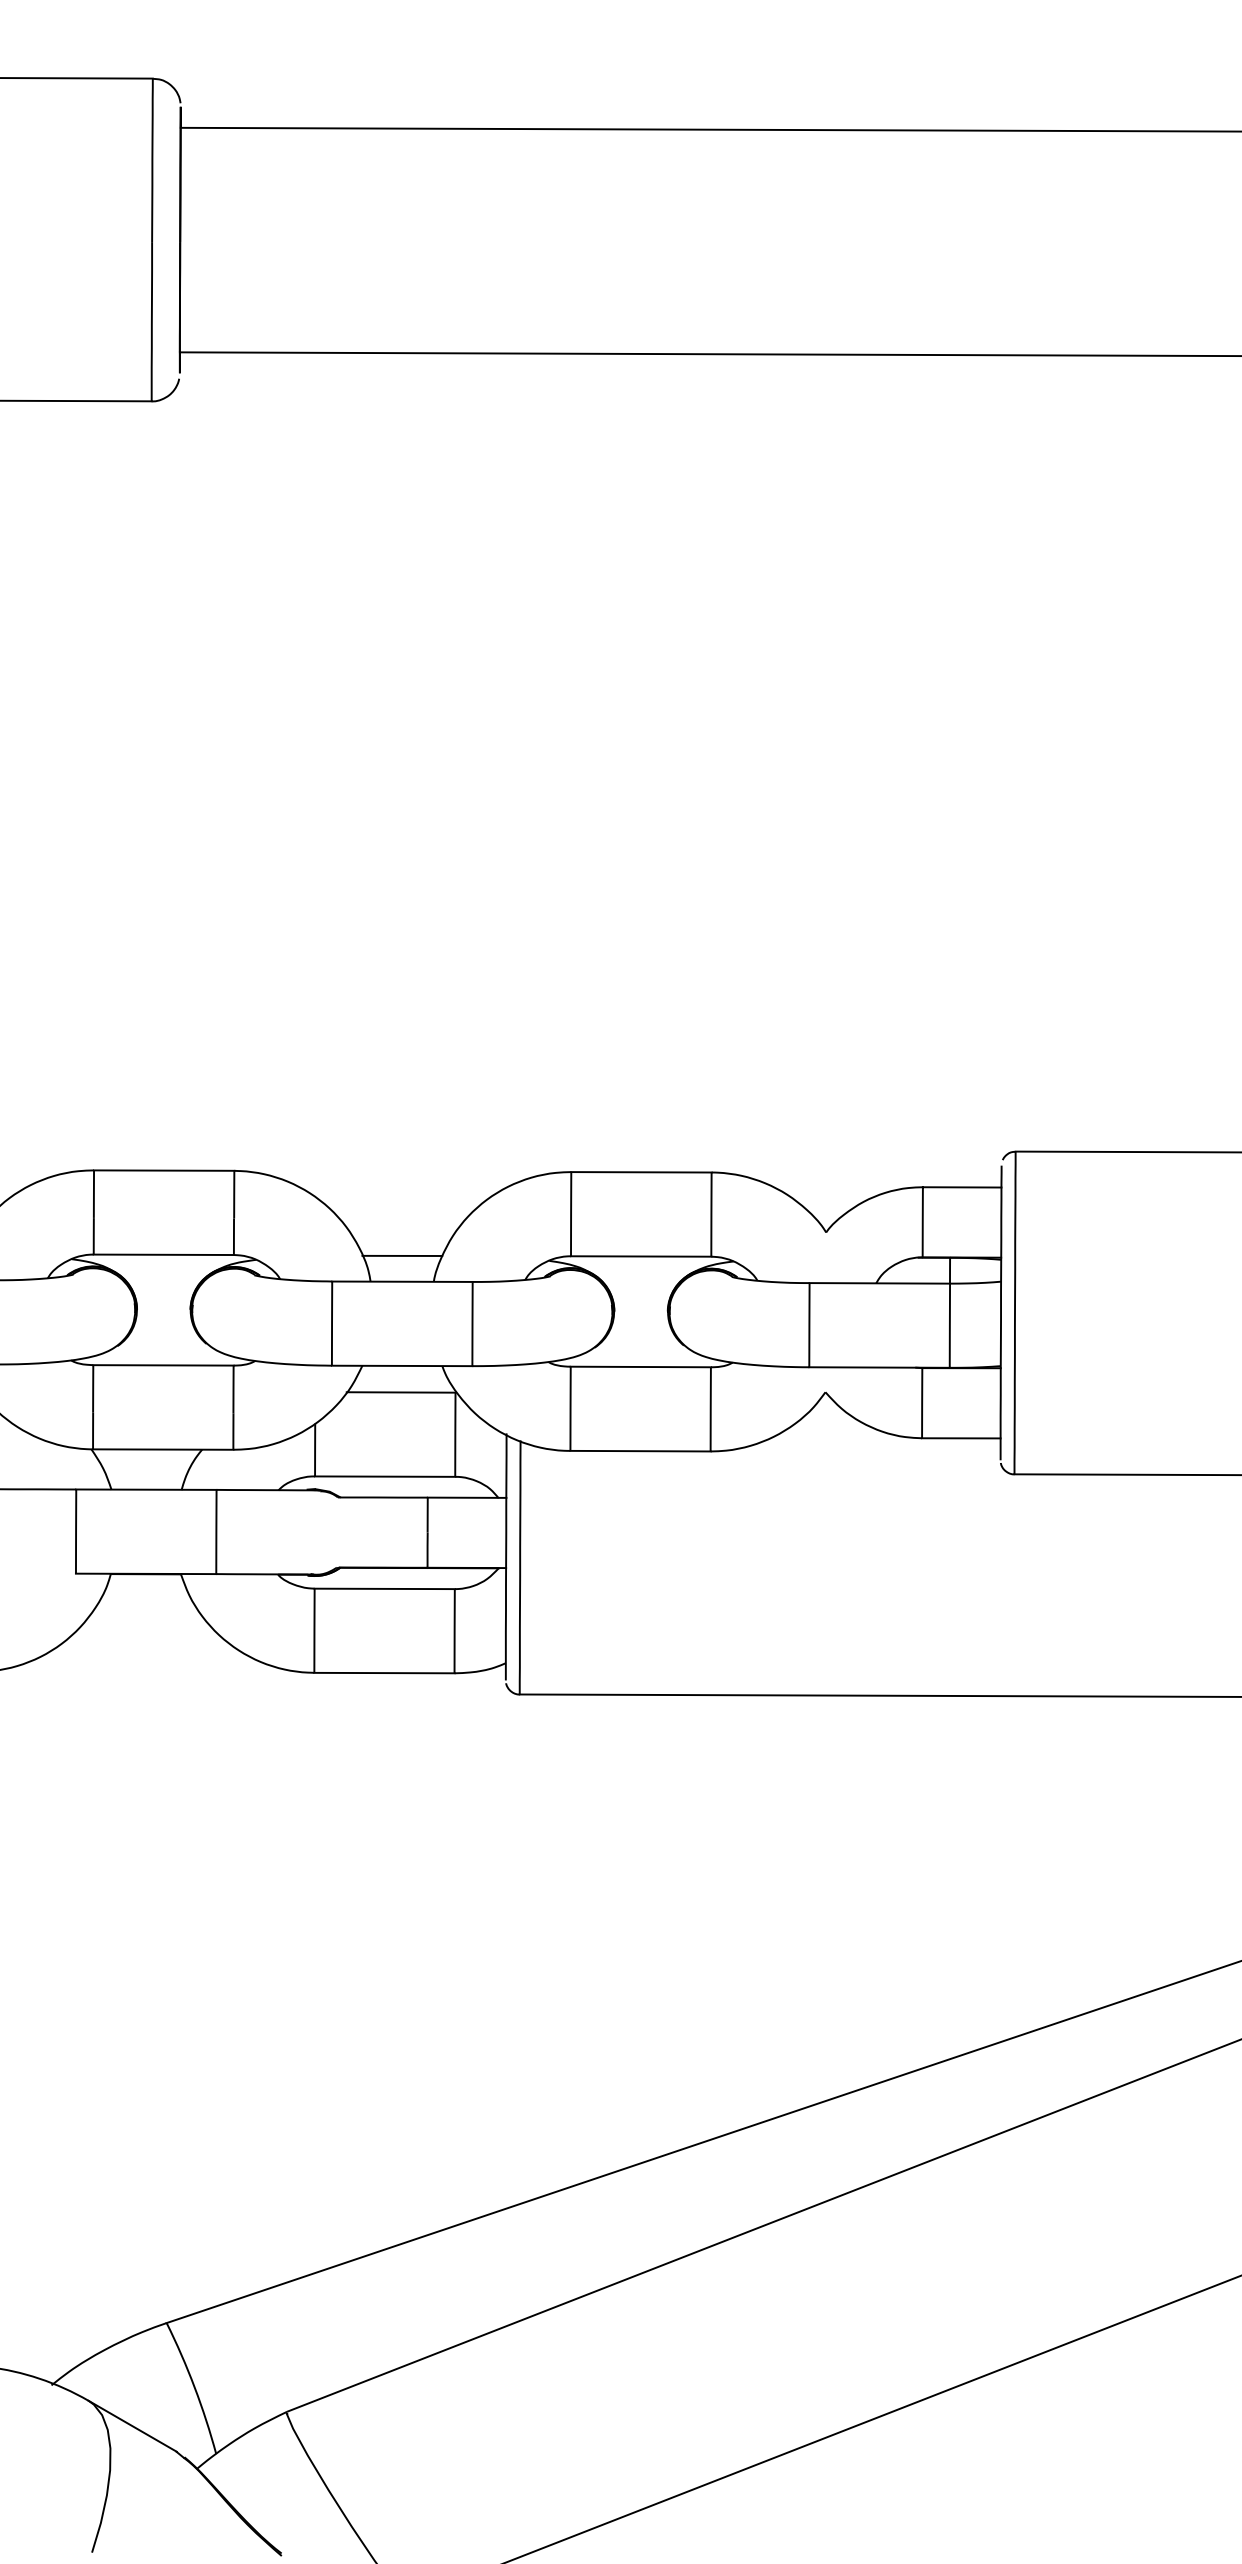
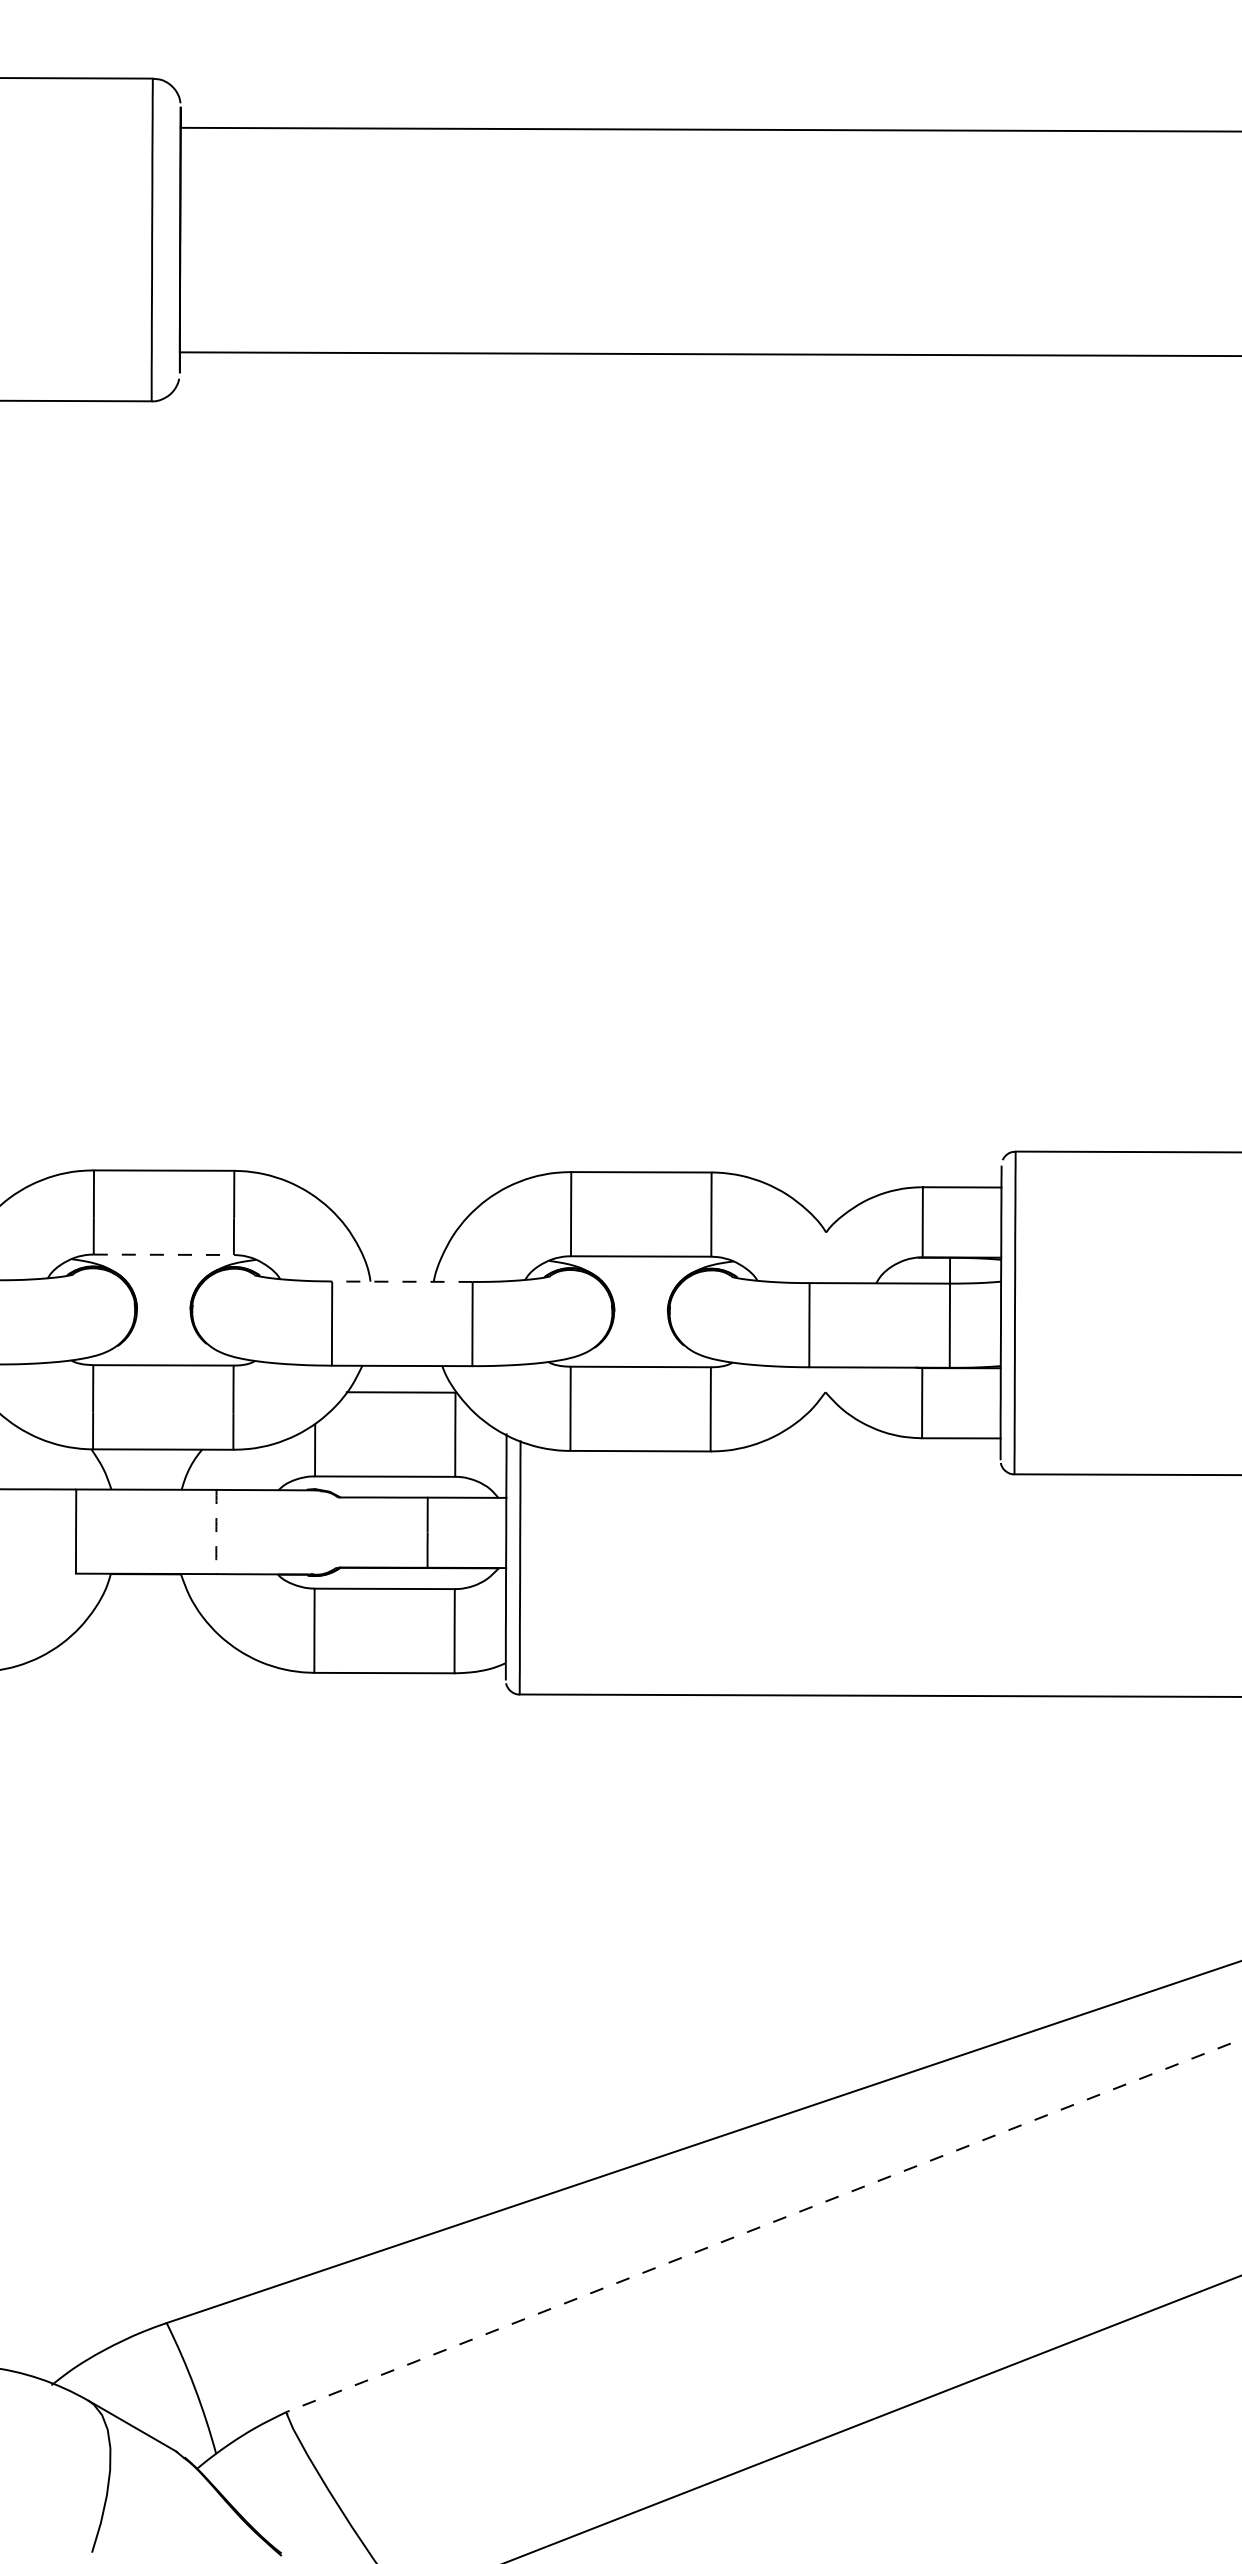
line at (164, 1254): solid -> dashed
line at (402, 1255): present -> none
line at (401, 1281): solid -> dashed
arc at (216, 1532): solid -> dashed
line at (763, 2225): solid -> dashed
